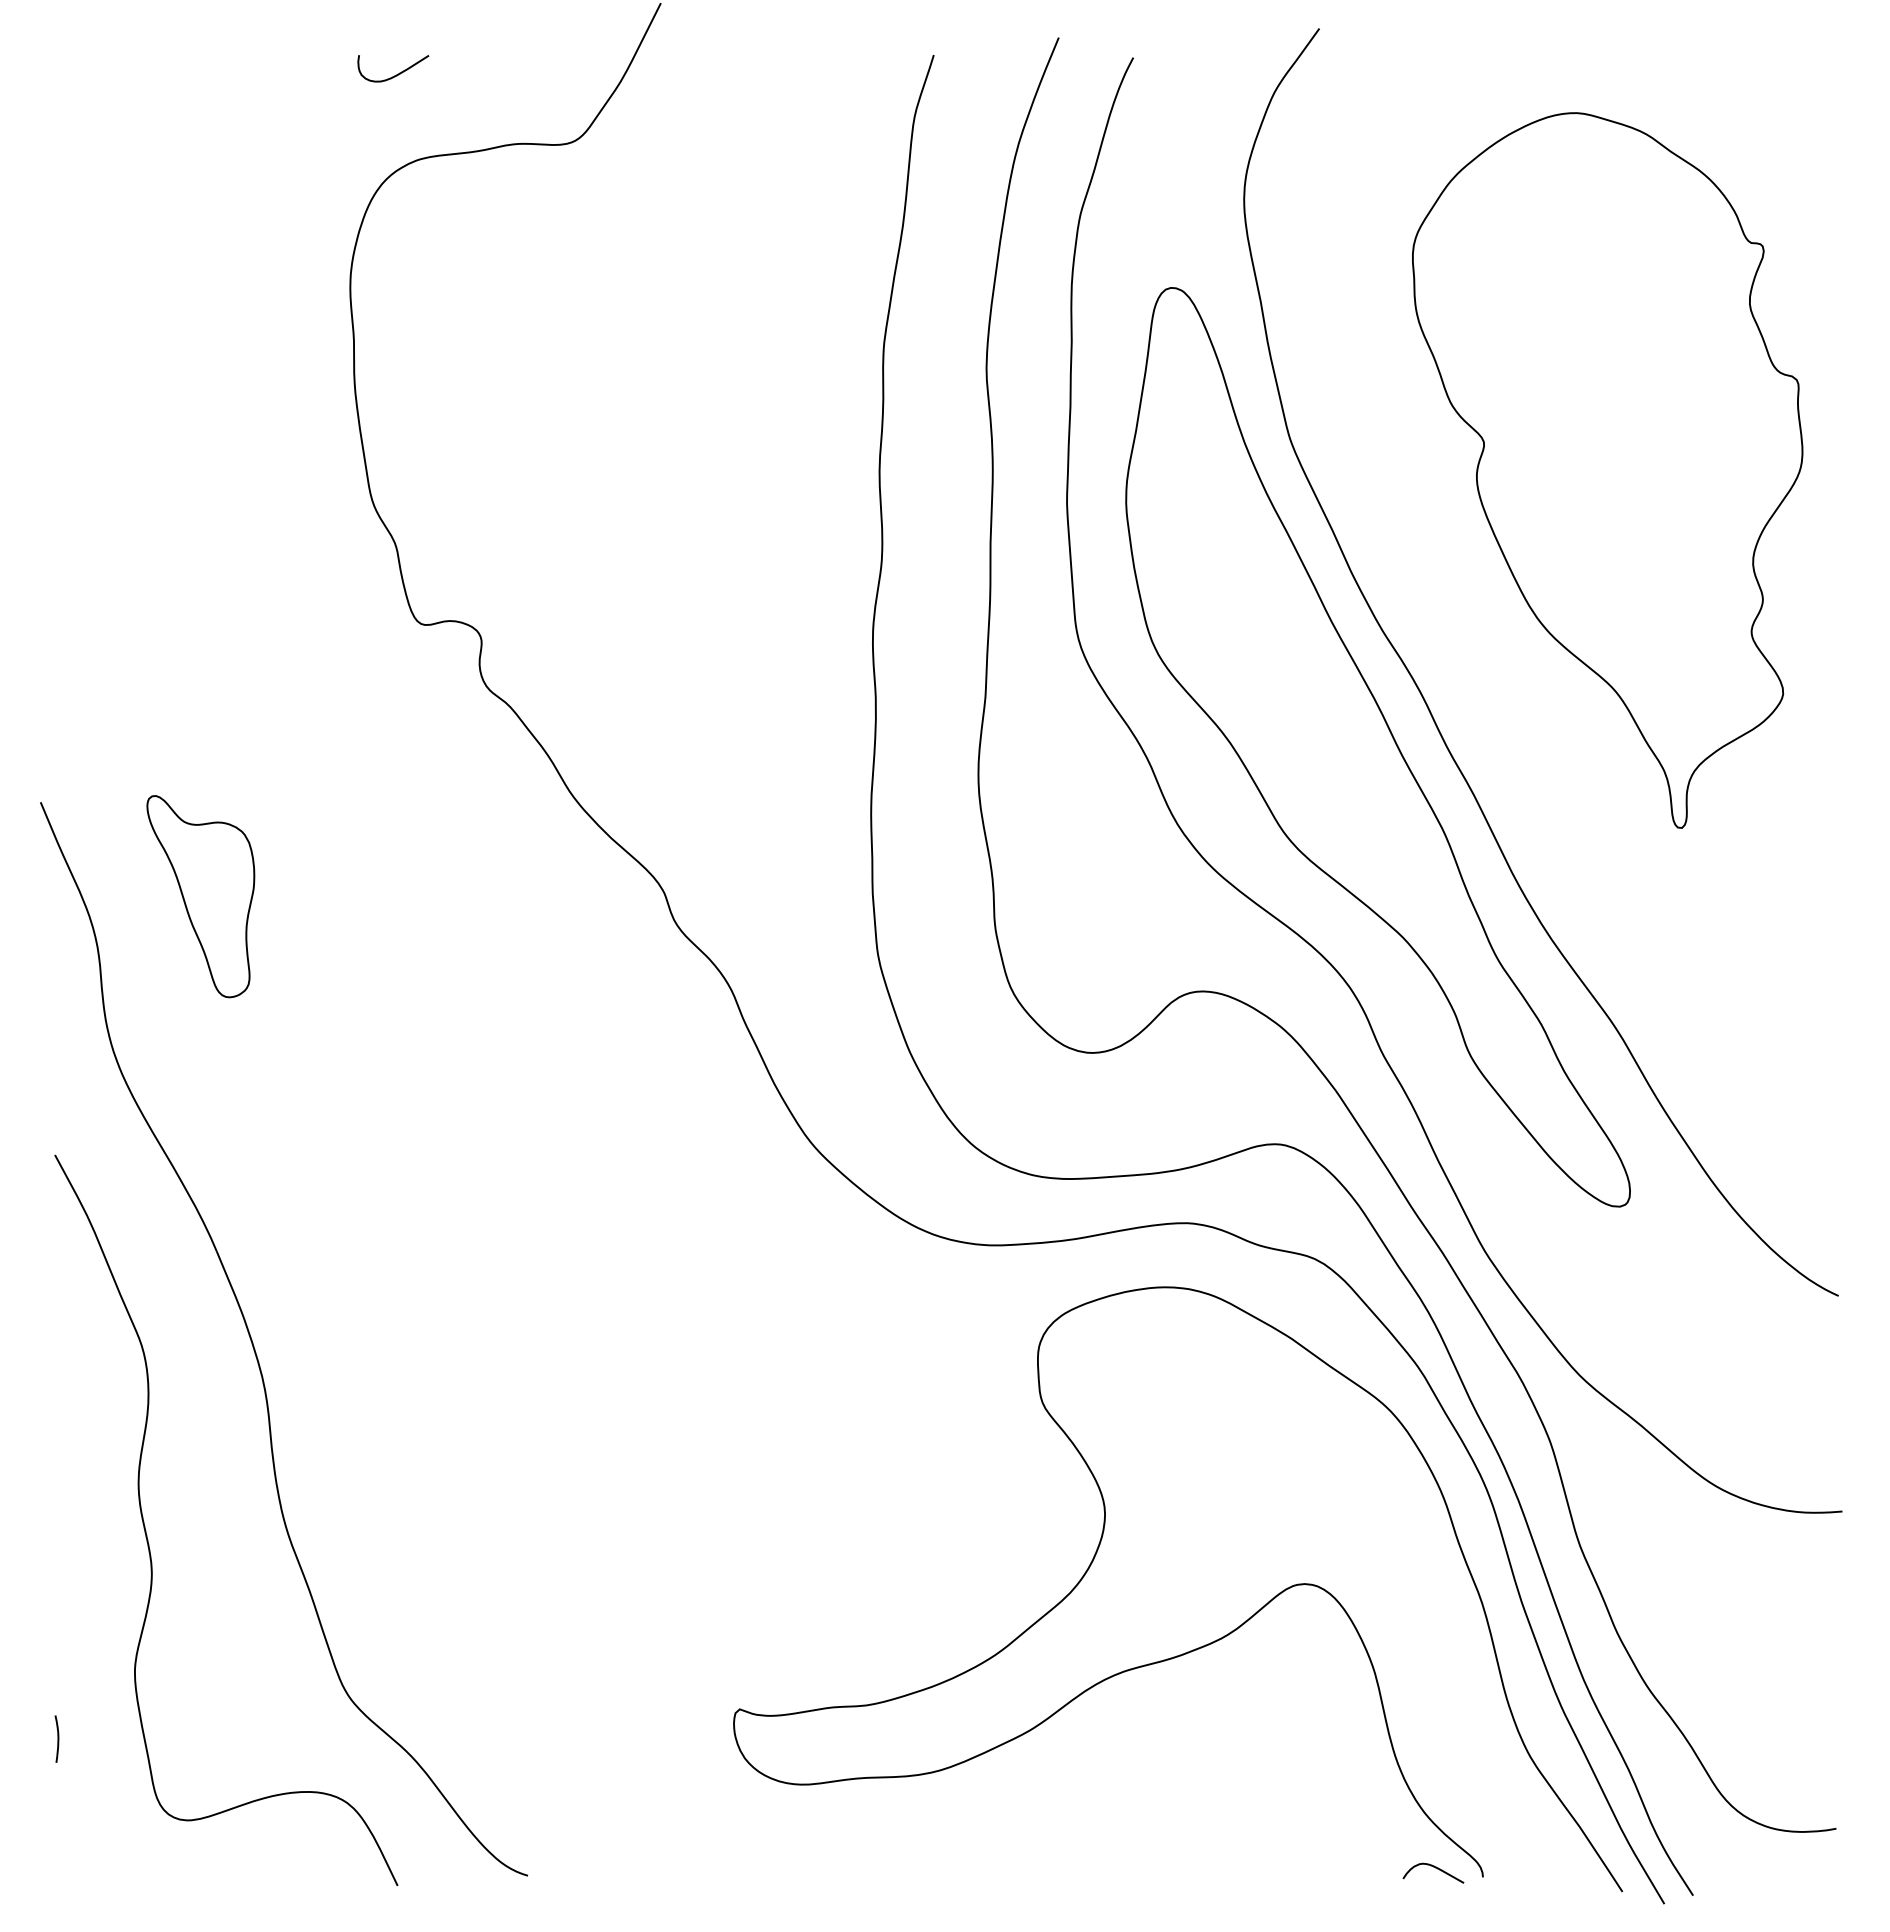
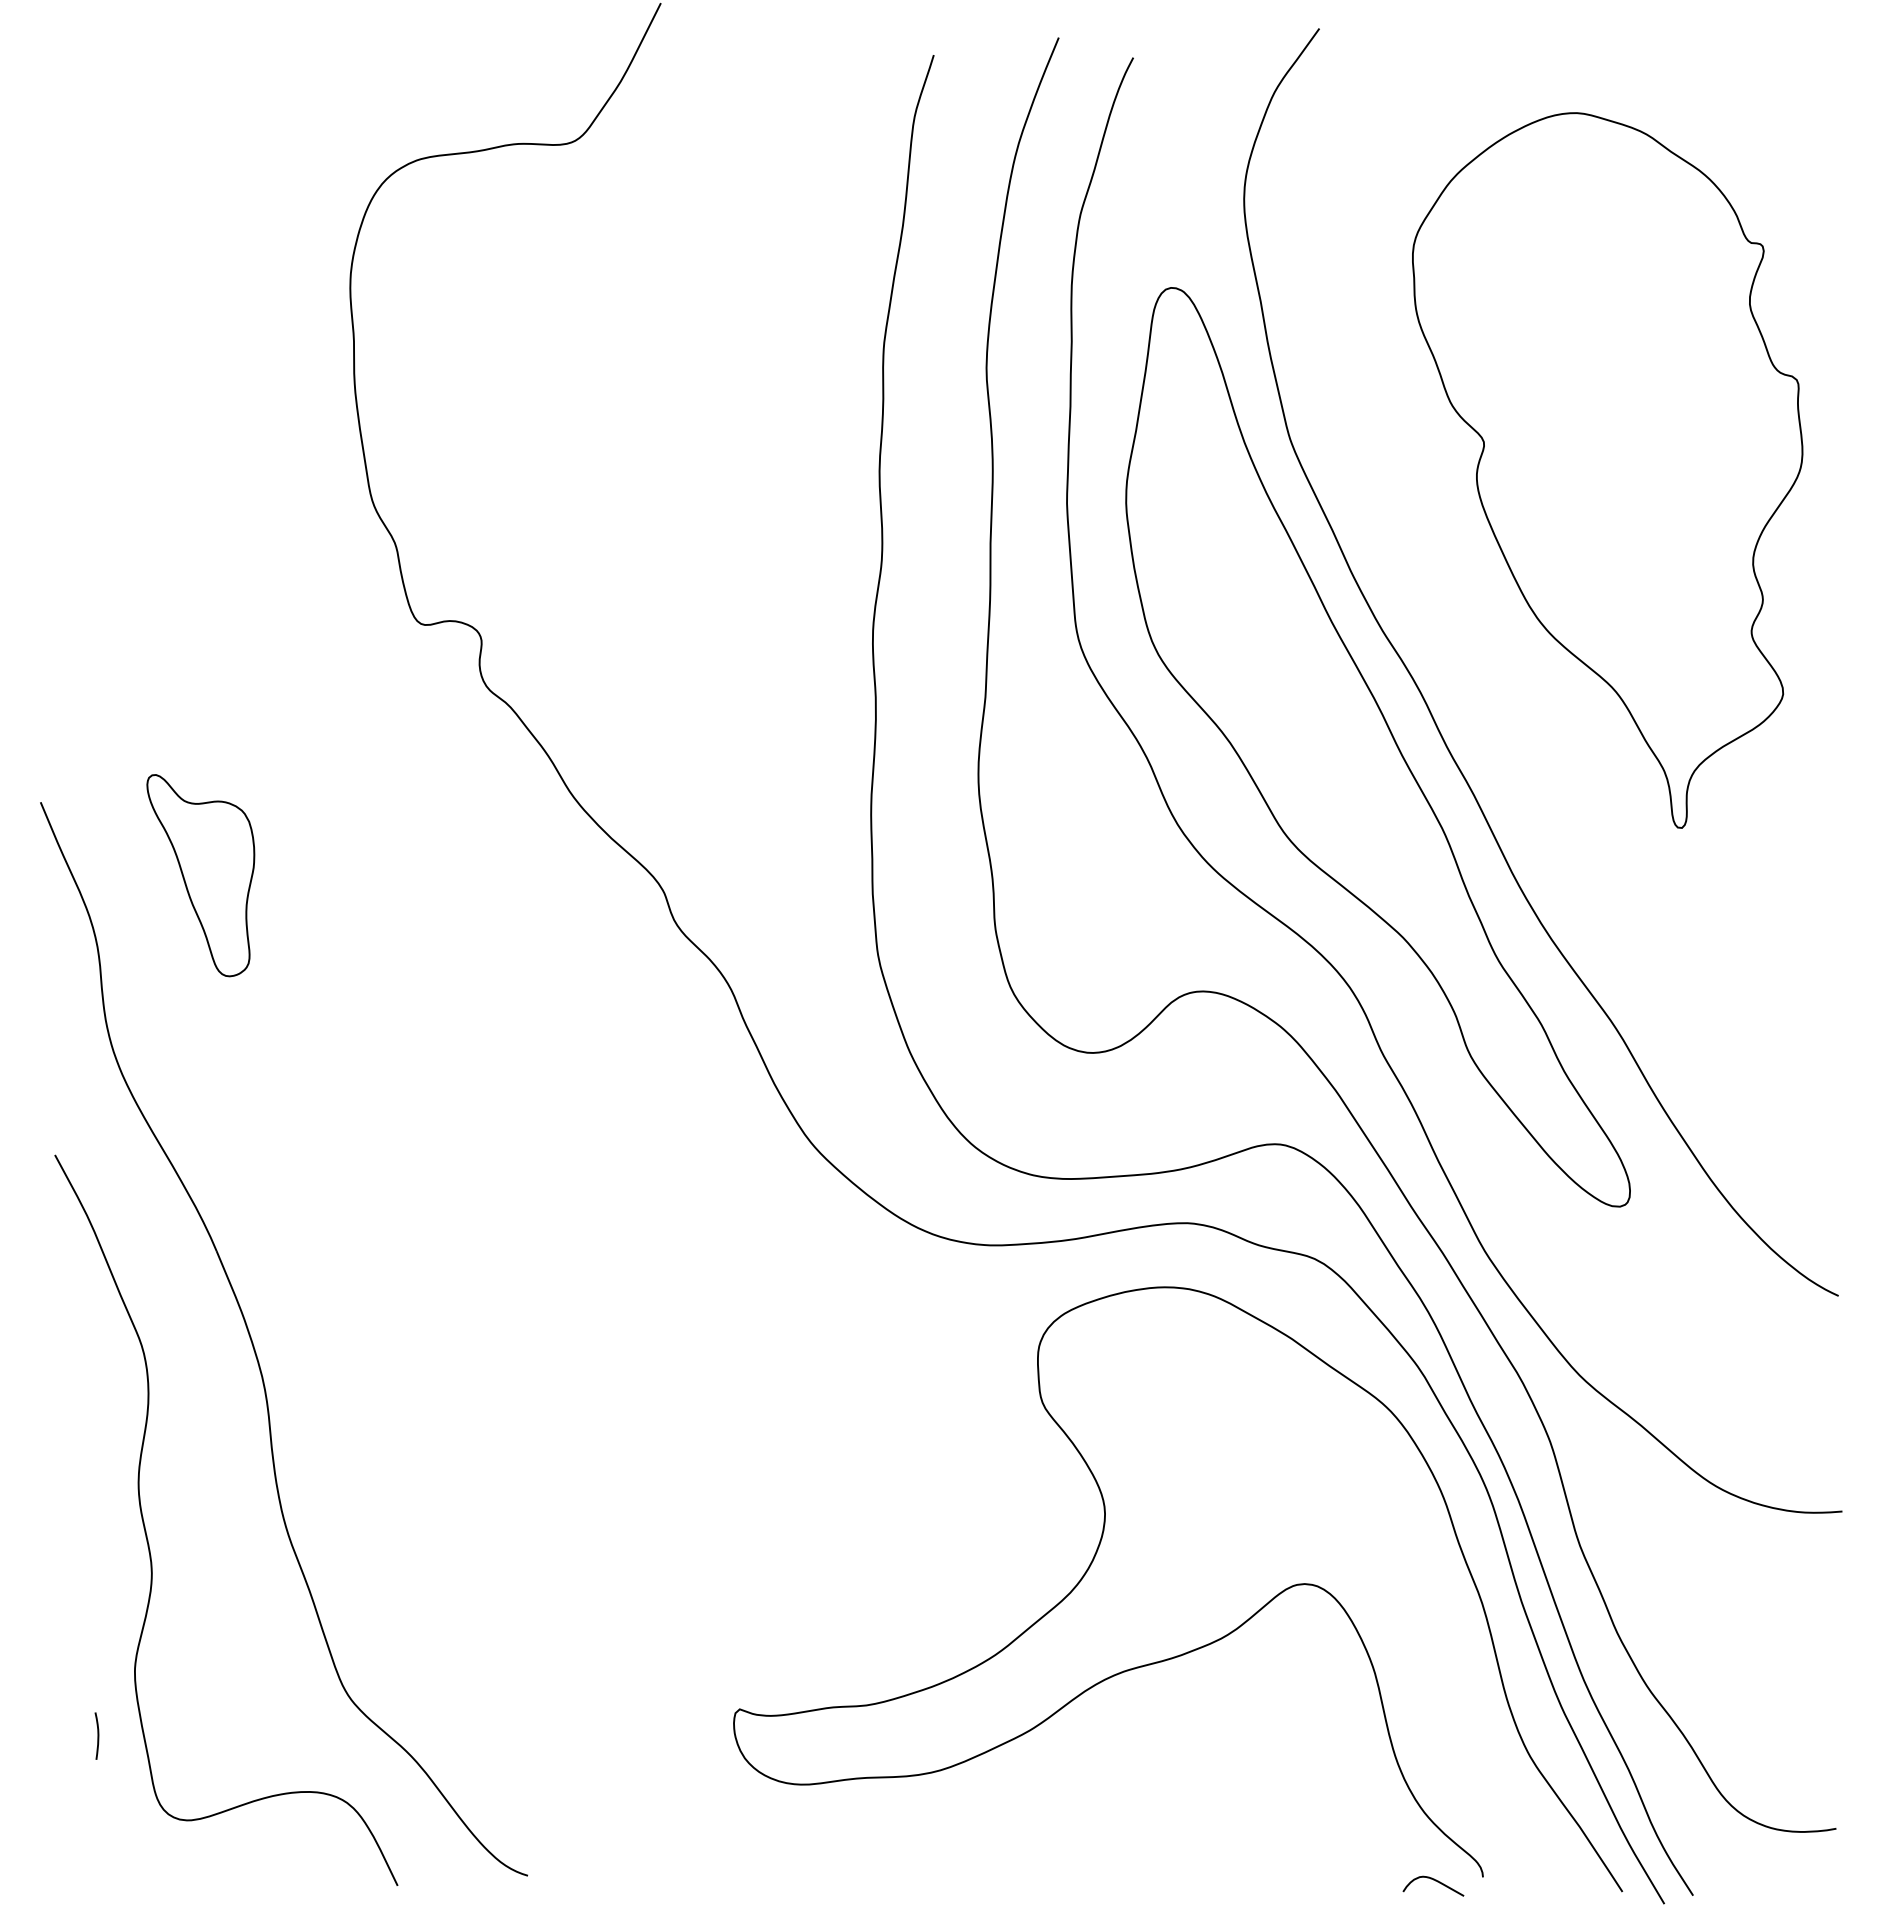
curve at (396, 74): present -> none
part at (200, 896) position: (200, 896) -> (200, 875)
curve at (57, 1738) position: (57, 1738) -> (97, 1735)
curve at (1435, 1868) position: (1435, 1868) -> (1435, 1881)
